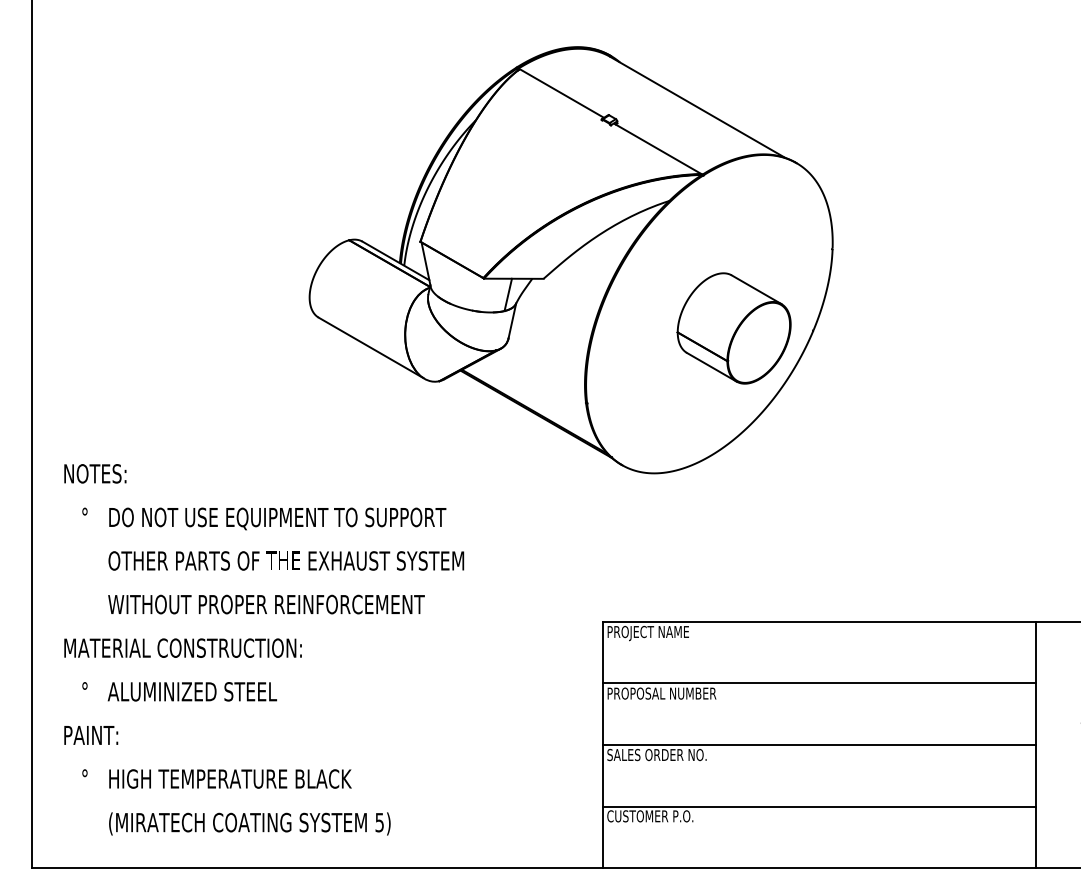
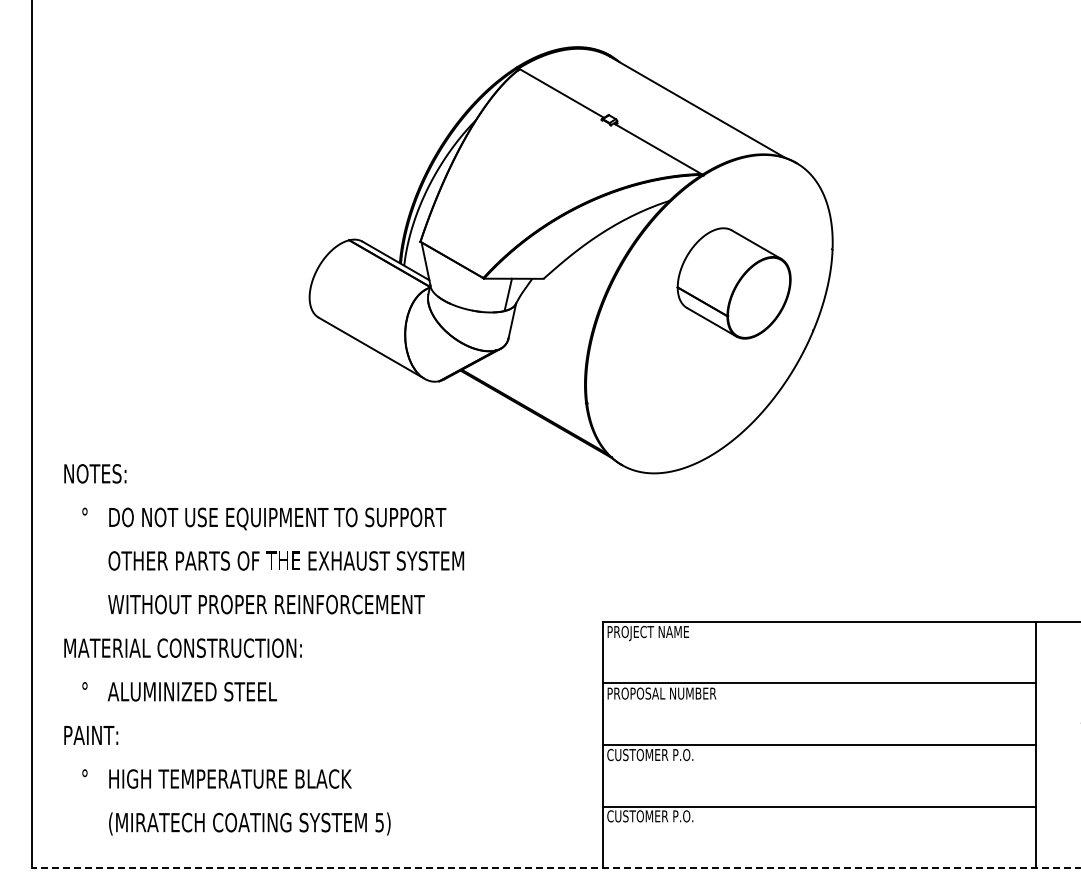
part at (733, 328) position: (733, 328) -> (733, 283)
text at (656, 754): SALES ORDER NO. -> CUSTOMER P.O.
line at (556, 868): solid -> dashed
